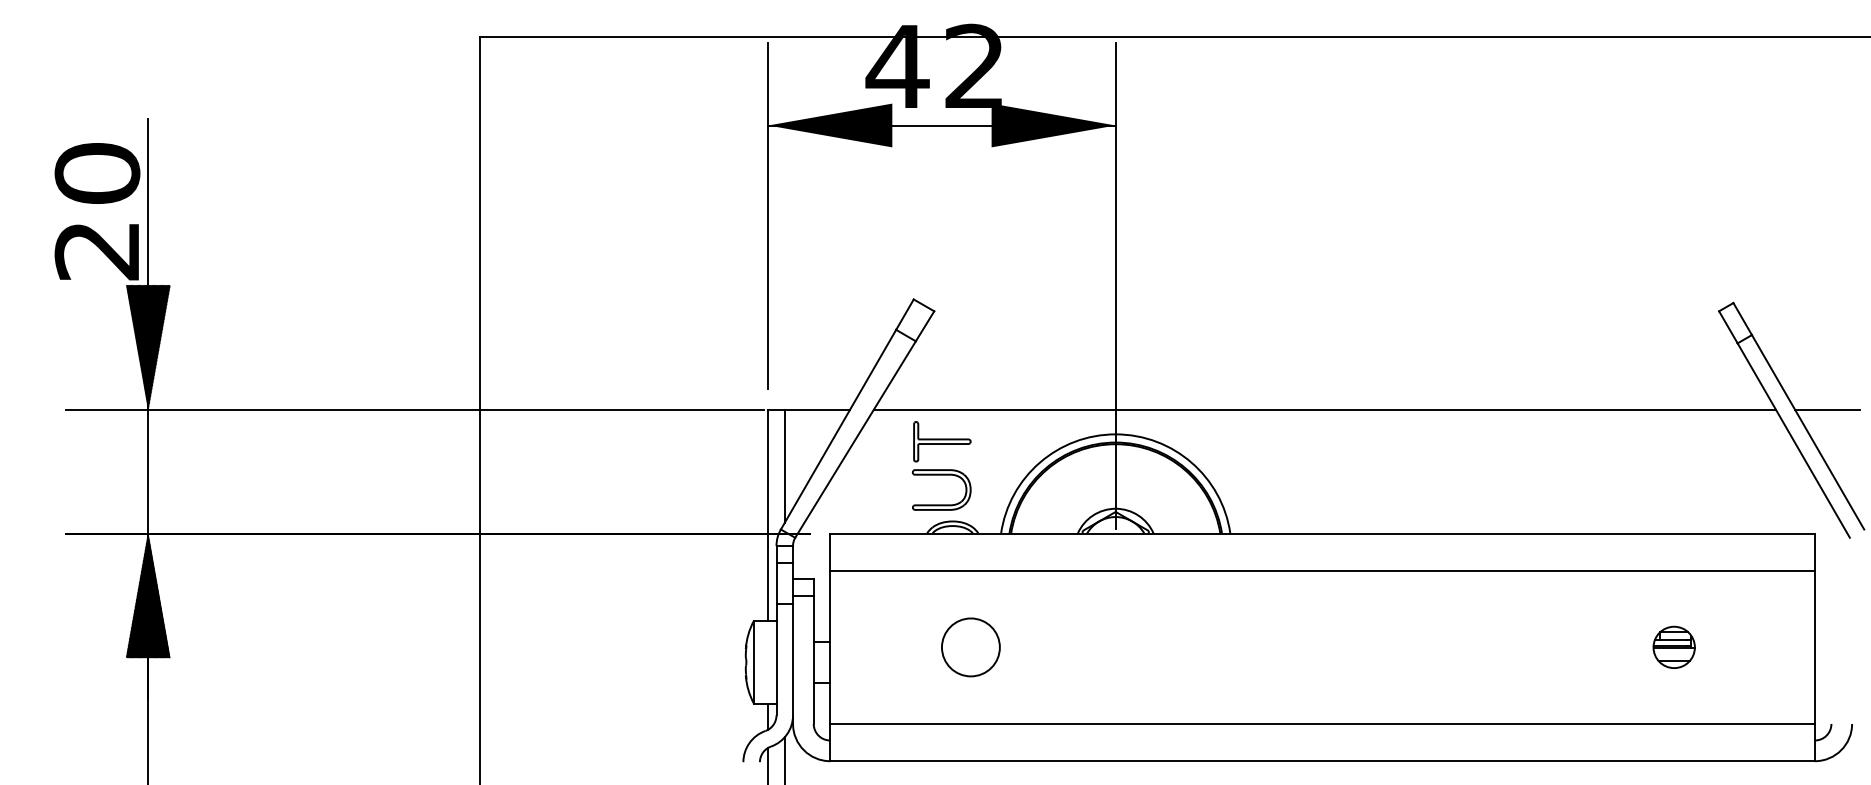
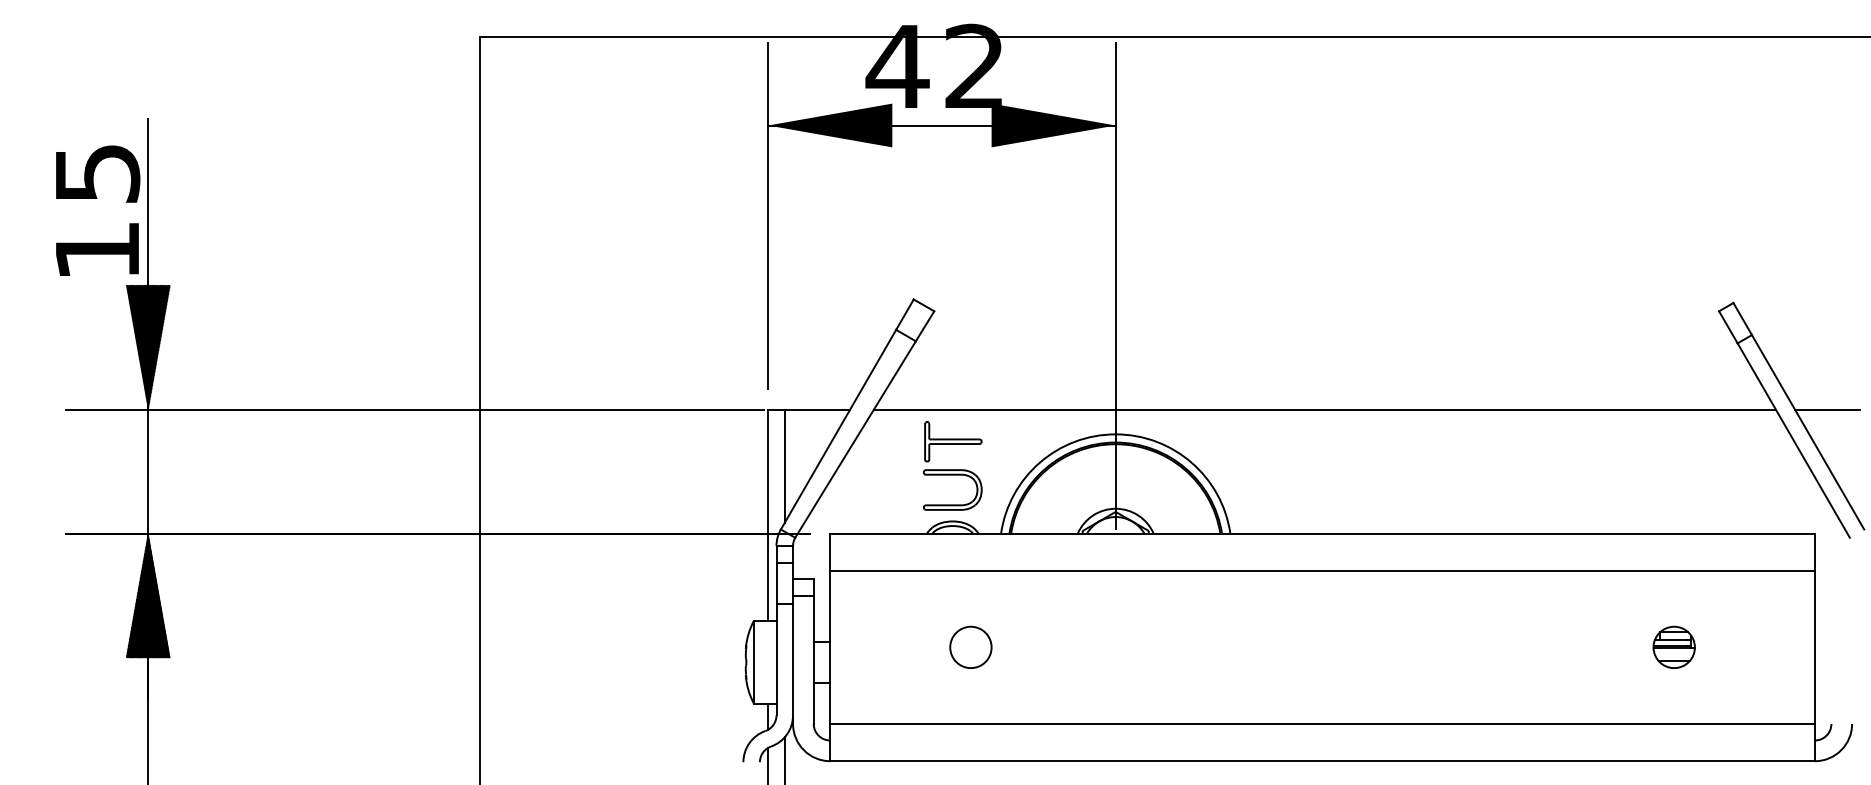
text at (97, 211): 20 -> 15
part at (941, 465) position: (941, 465) -> (952, 465)
circle at (970, 647) diameter: 58 px -> 41 px
